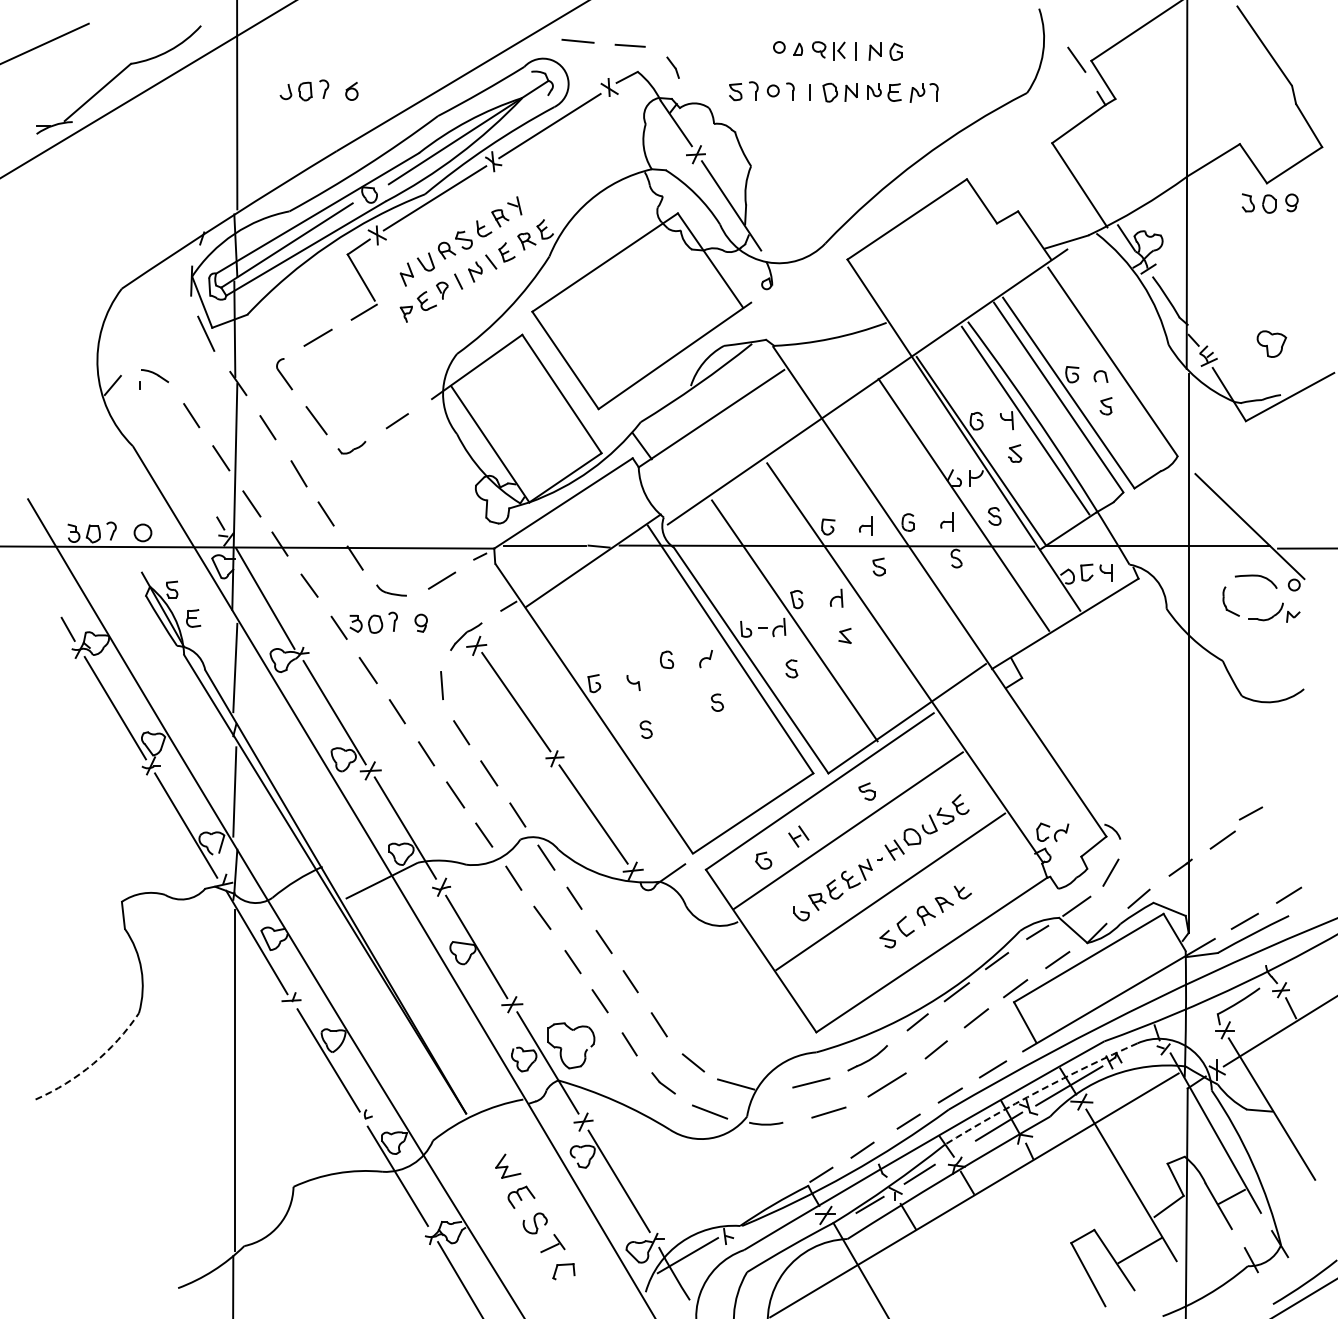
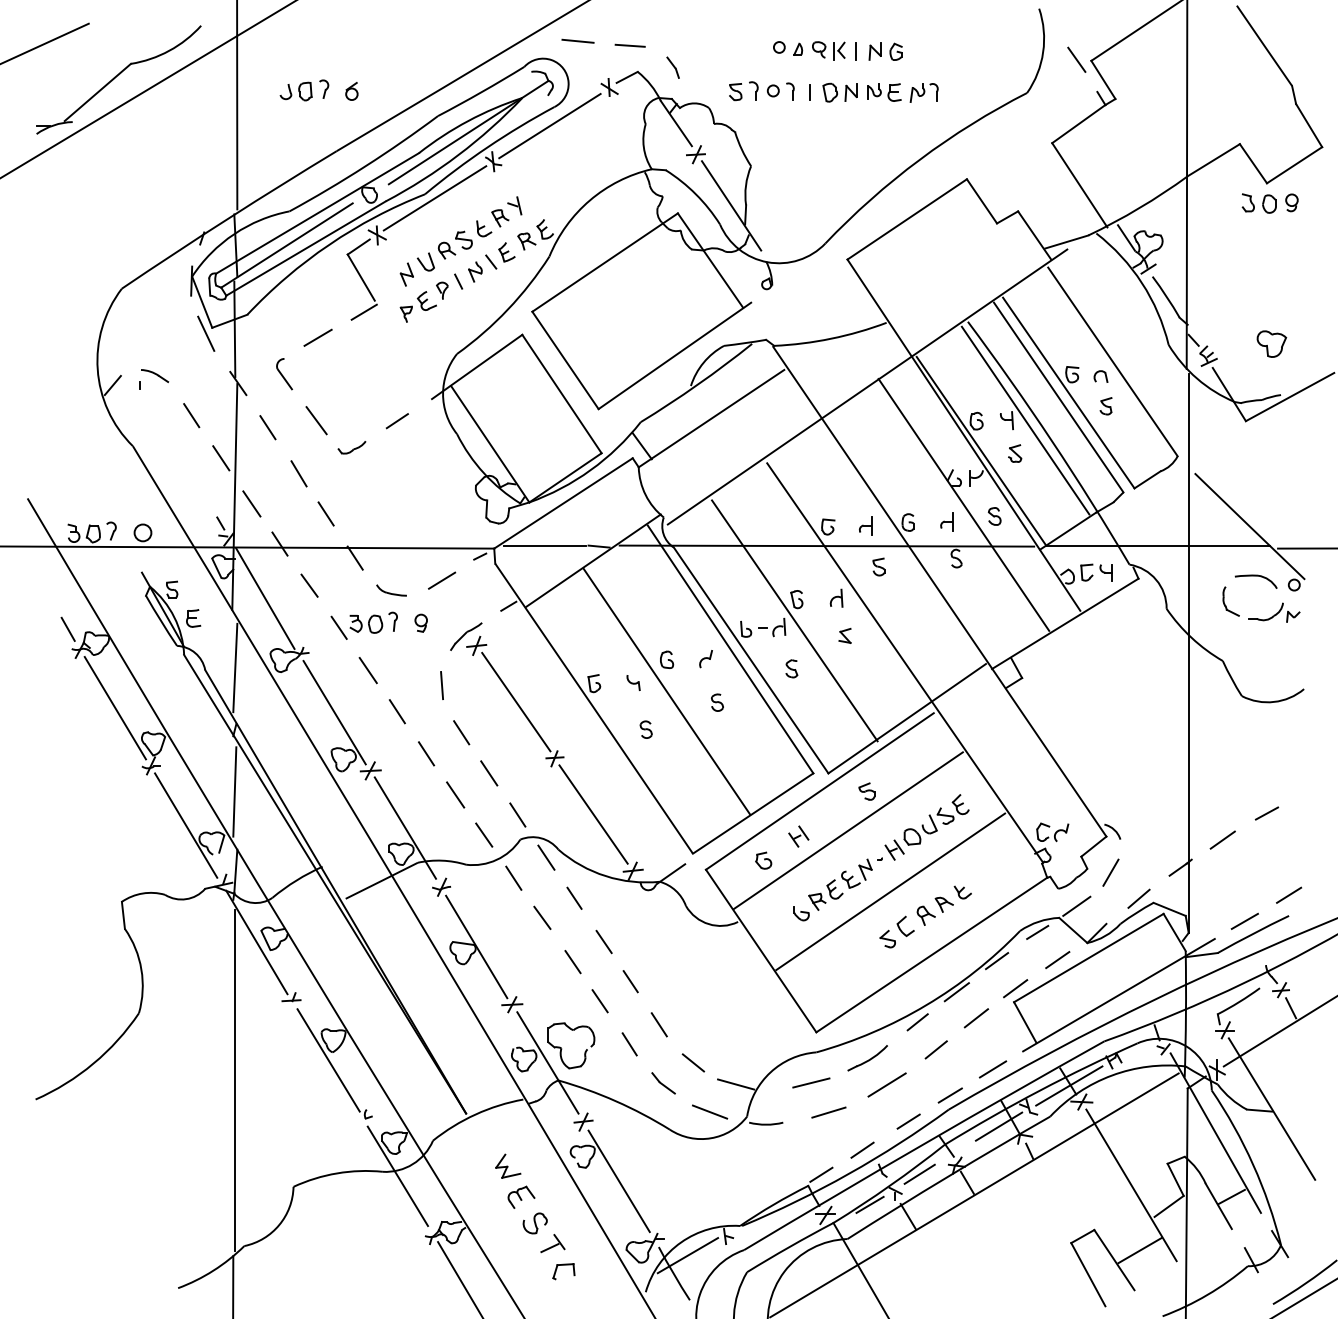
line at (666, 691): none -> present
line at (1250, 813) position: (1250, 813) -> (1266, 813)
arc at (93, 1063): dashed -> solid
arc at (1039, 1090): dashed -> solid
